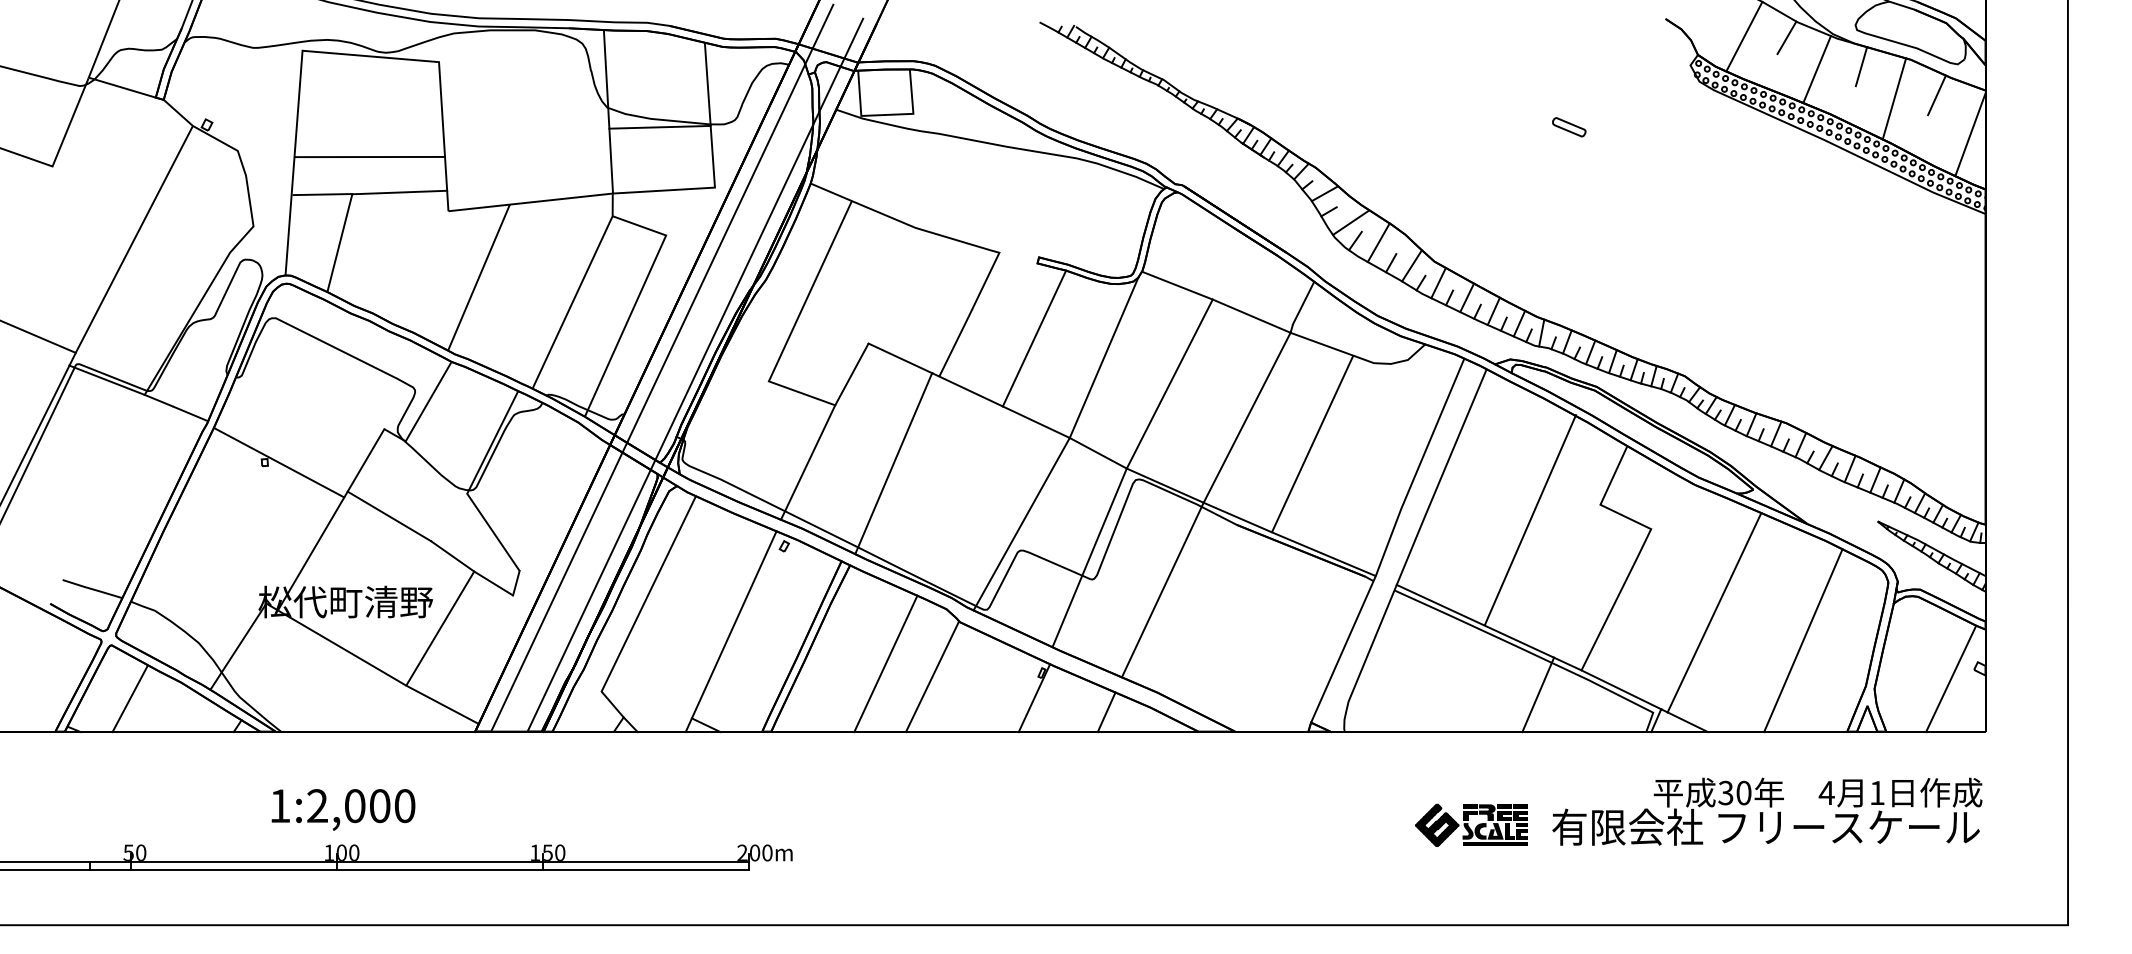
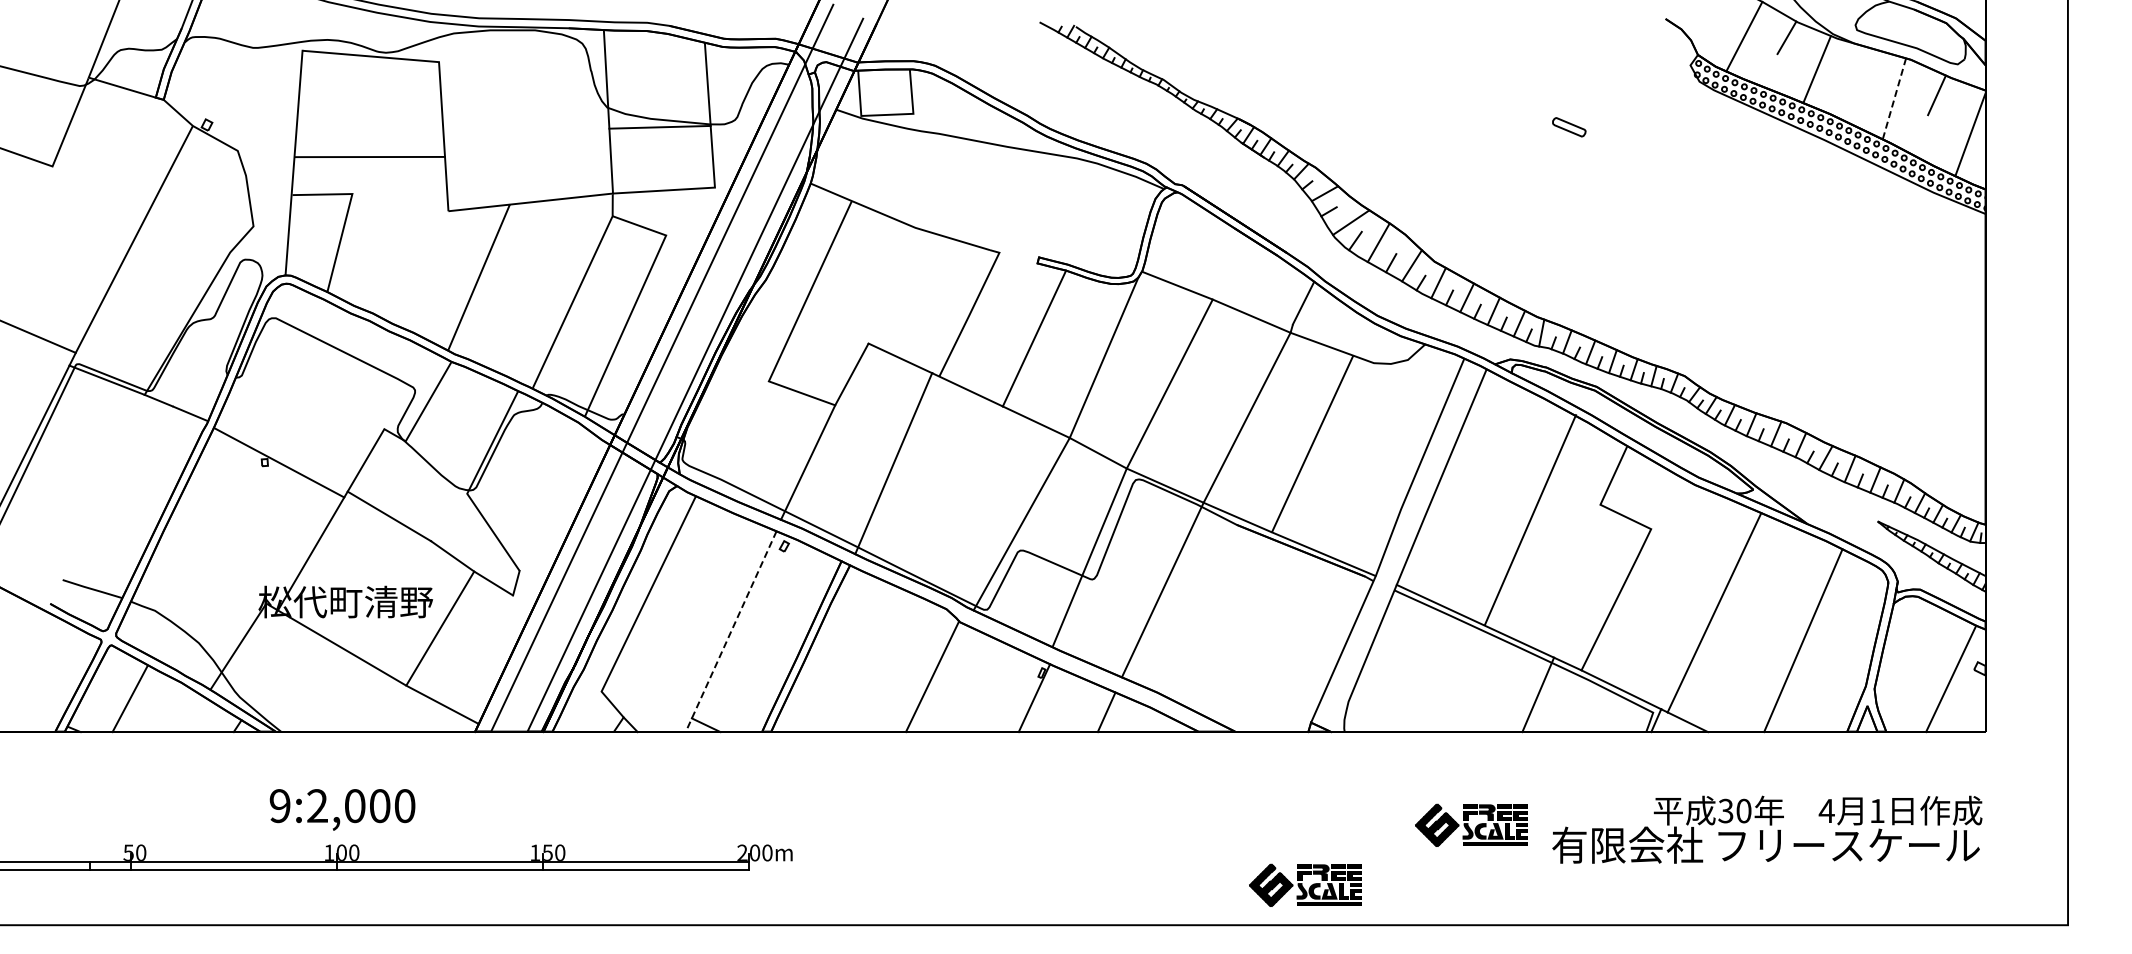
line at (1861, 66): present -> none
line at (1894, 99): solid -> dashed
line at (400, 192): present -> none
line at (730, 632): solid -> dashed
line at (885, 663): present -> none
text at (279, 806): 1:2,000 -> 9:2,000
text at (1767, 811) position: (1767, 811) -> (1767, 829)
part at (1305, 884): none -> present
